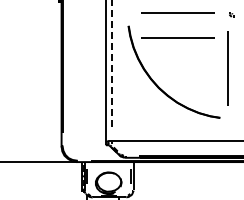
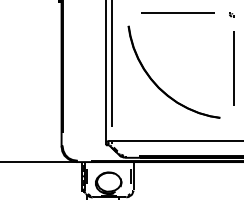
line at (177, 37): present -> none
line at (111, 63): dashed -> solid
line at (227, 68) position: (227, 68) -> (233, 68)
